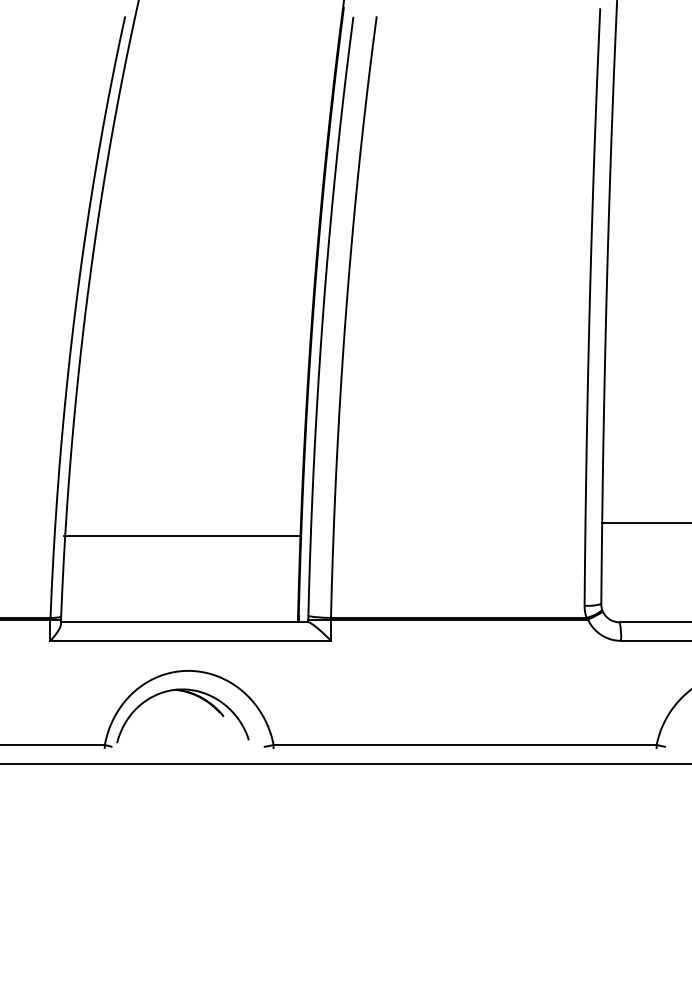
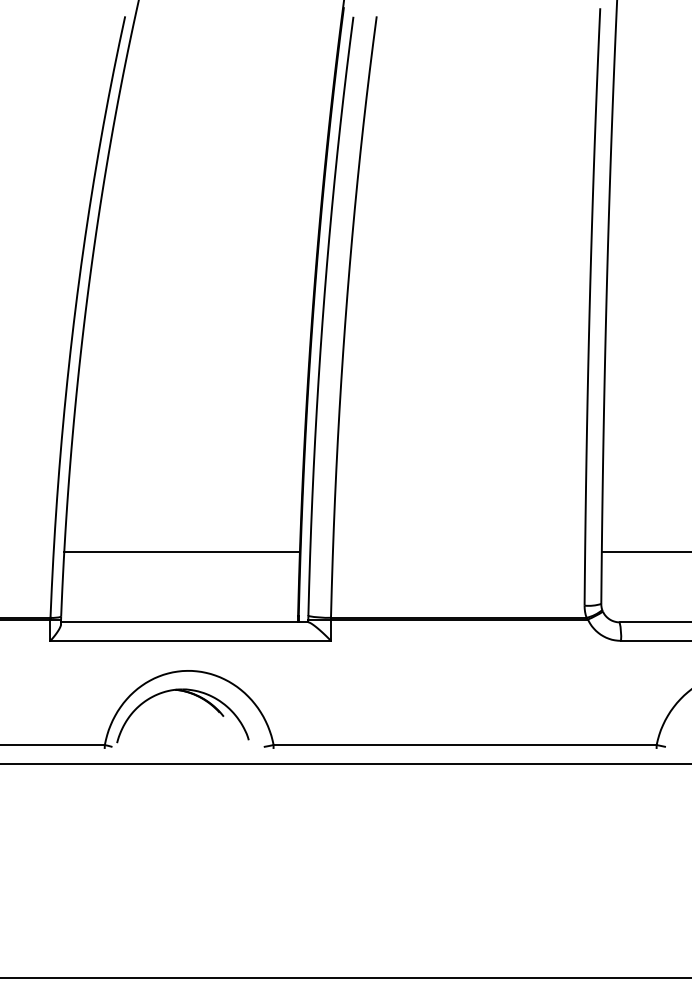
line at (644, 523) position: (644, 523) -> (644, 552)
line at (181, 536) position: (181, 536) -> (181, 552)
line at (345, 977): none -> present
